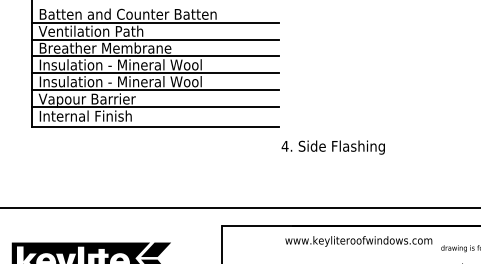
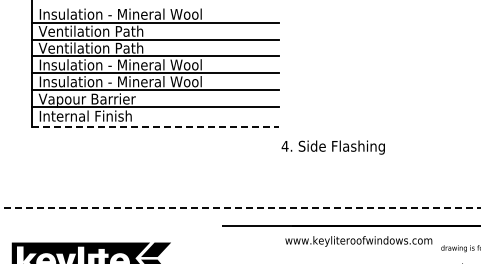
text at (128, 13): Batten and Counter Batten -> Insulation - Mineral Wool
text at (104, 47): Breather Membrane -> Ventilation Path
line at (155, 126): solid -> dashed
line at (240, 208): solid -> dashed
line at (221, 243): present -> none
